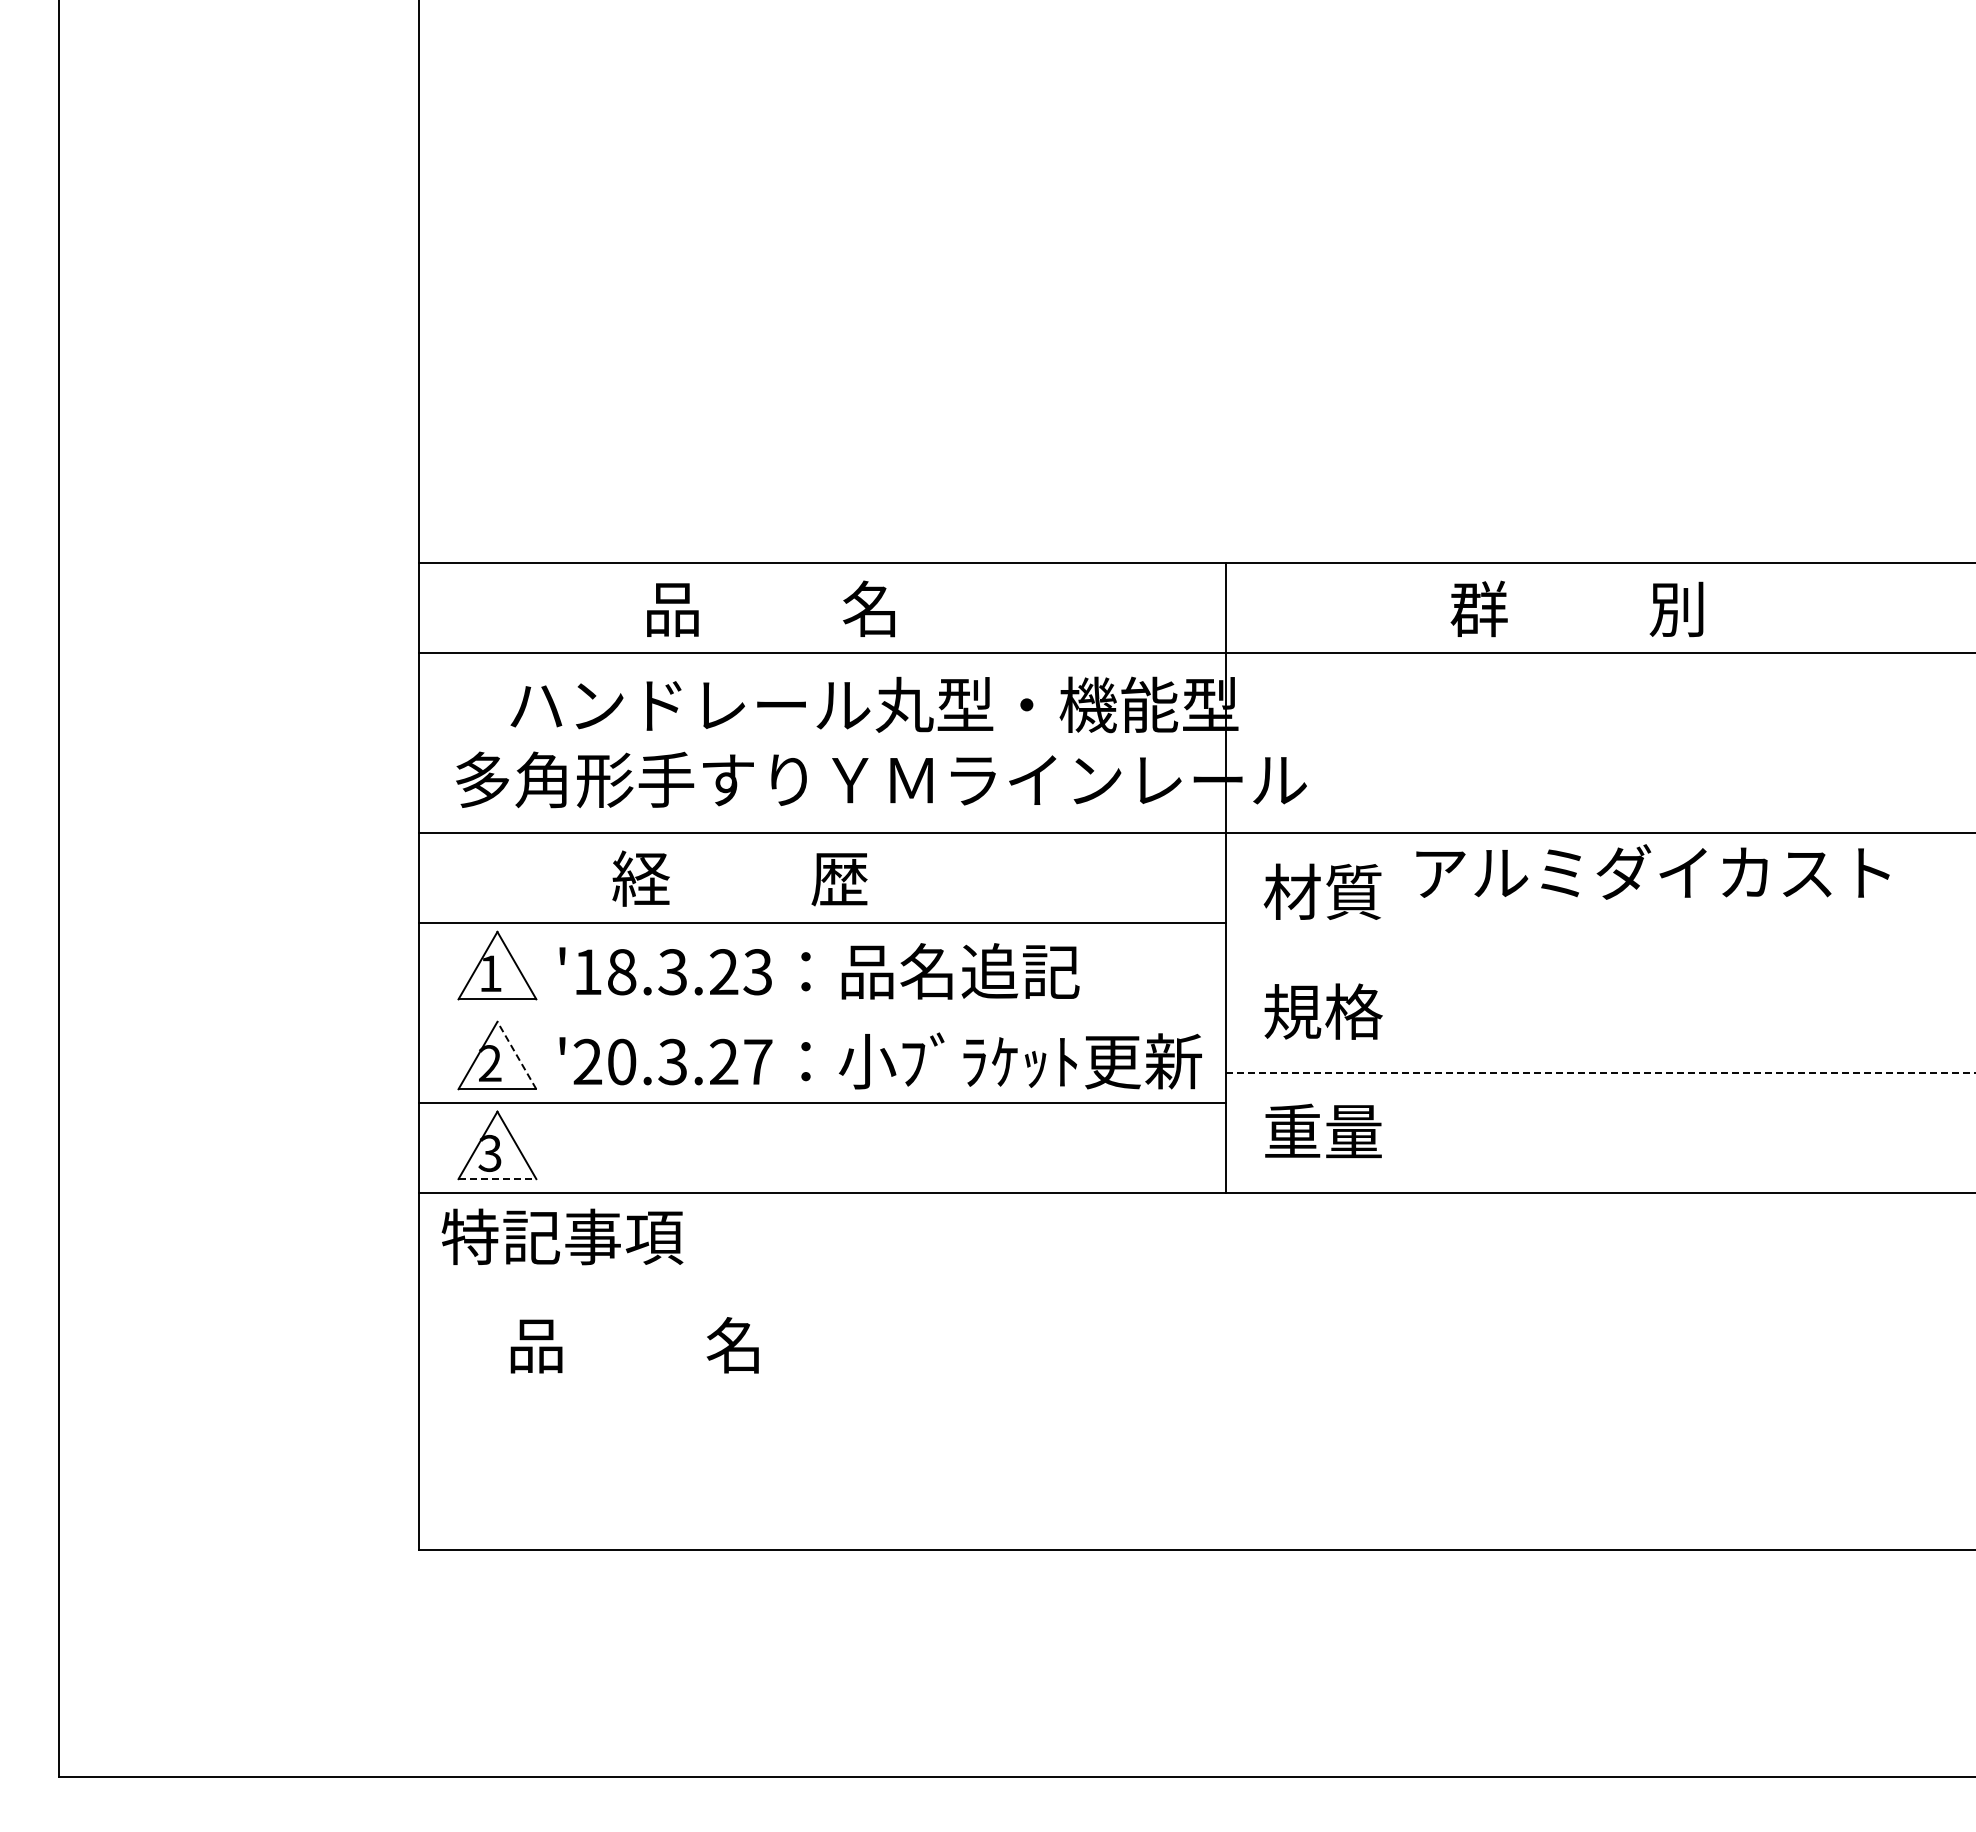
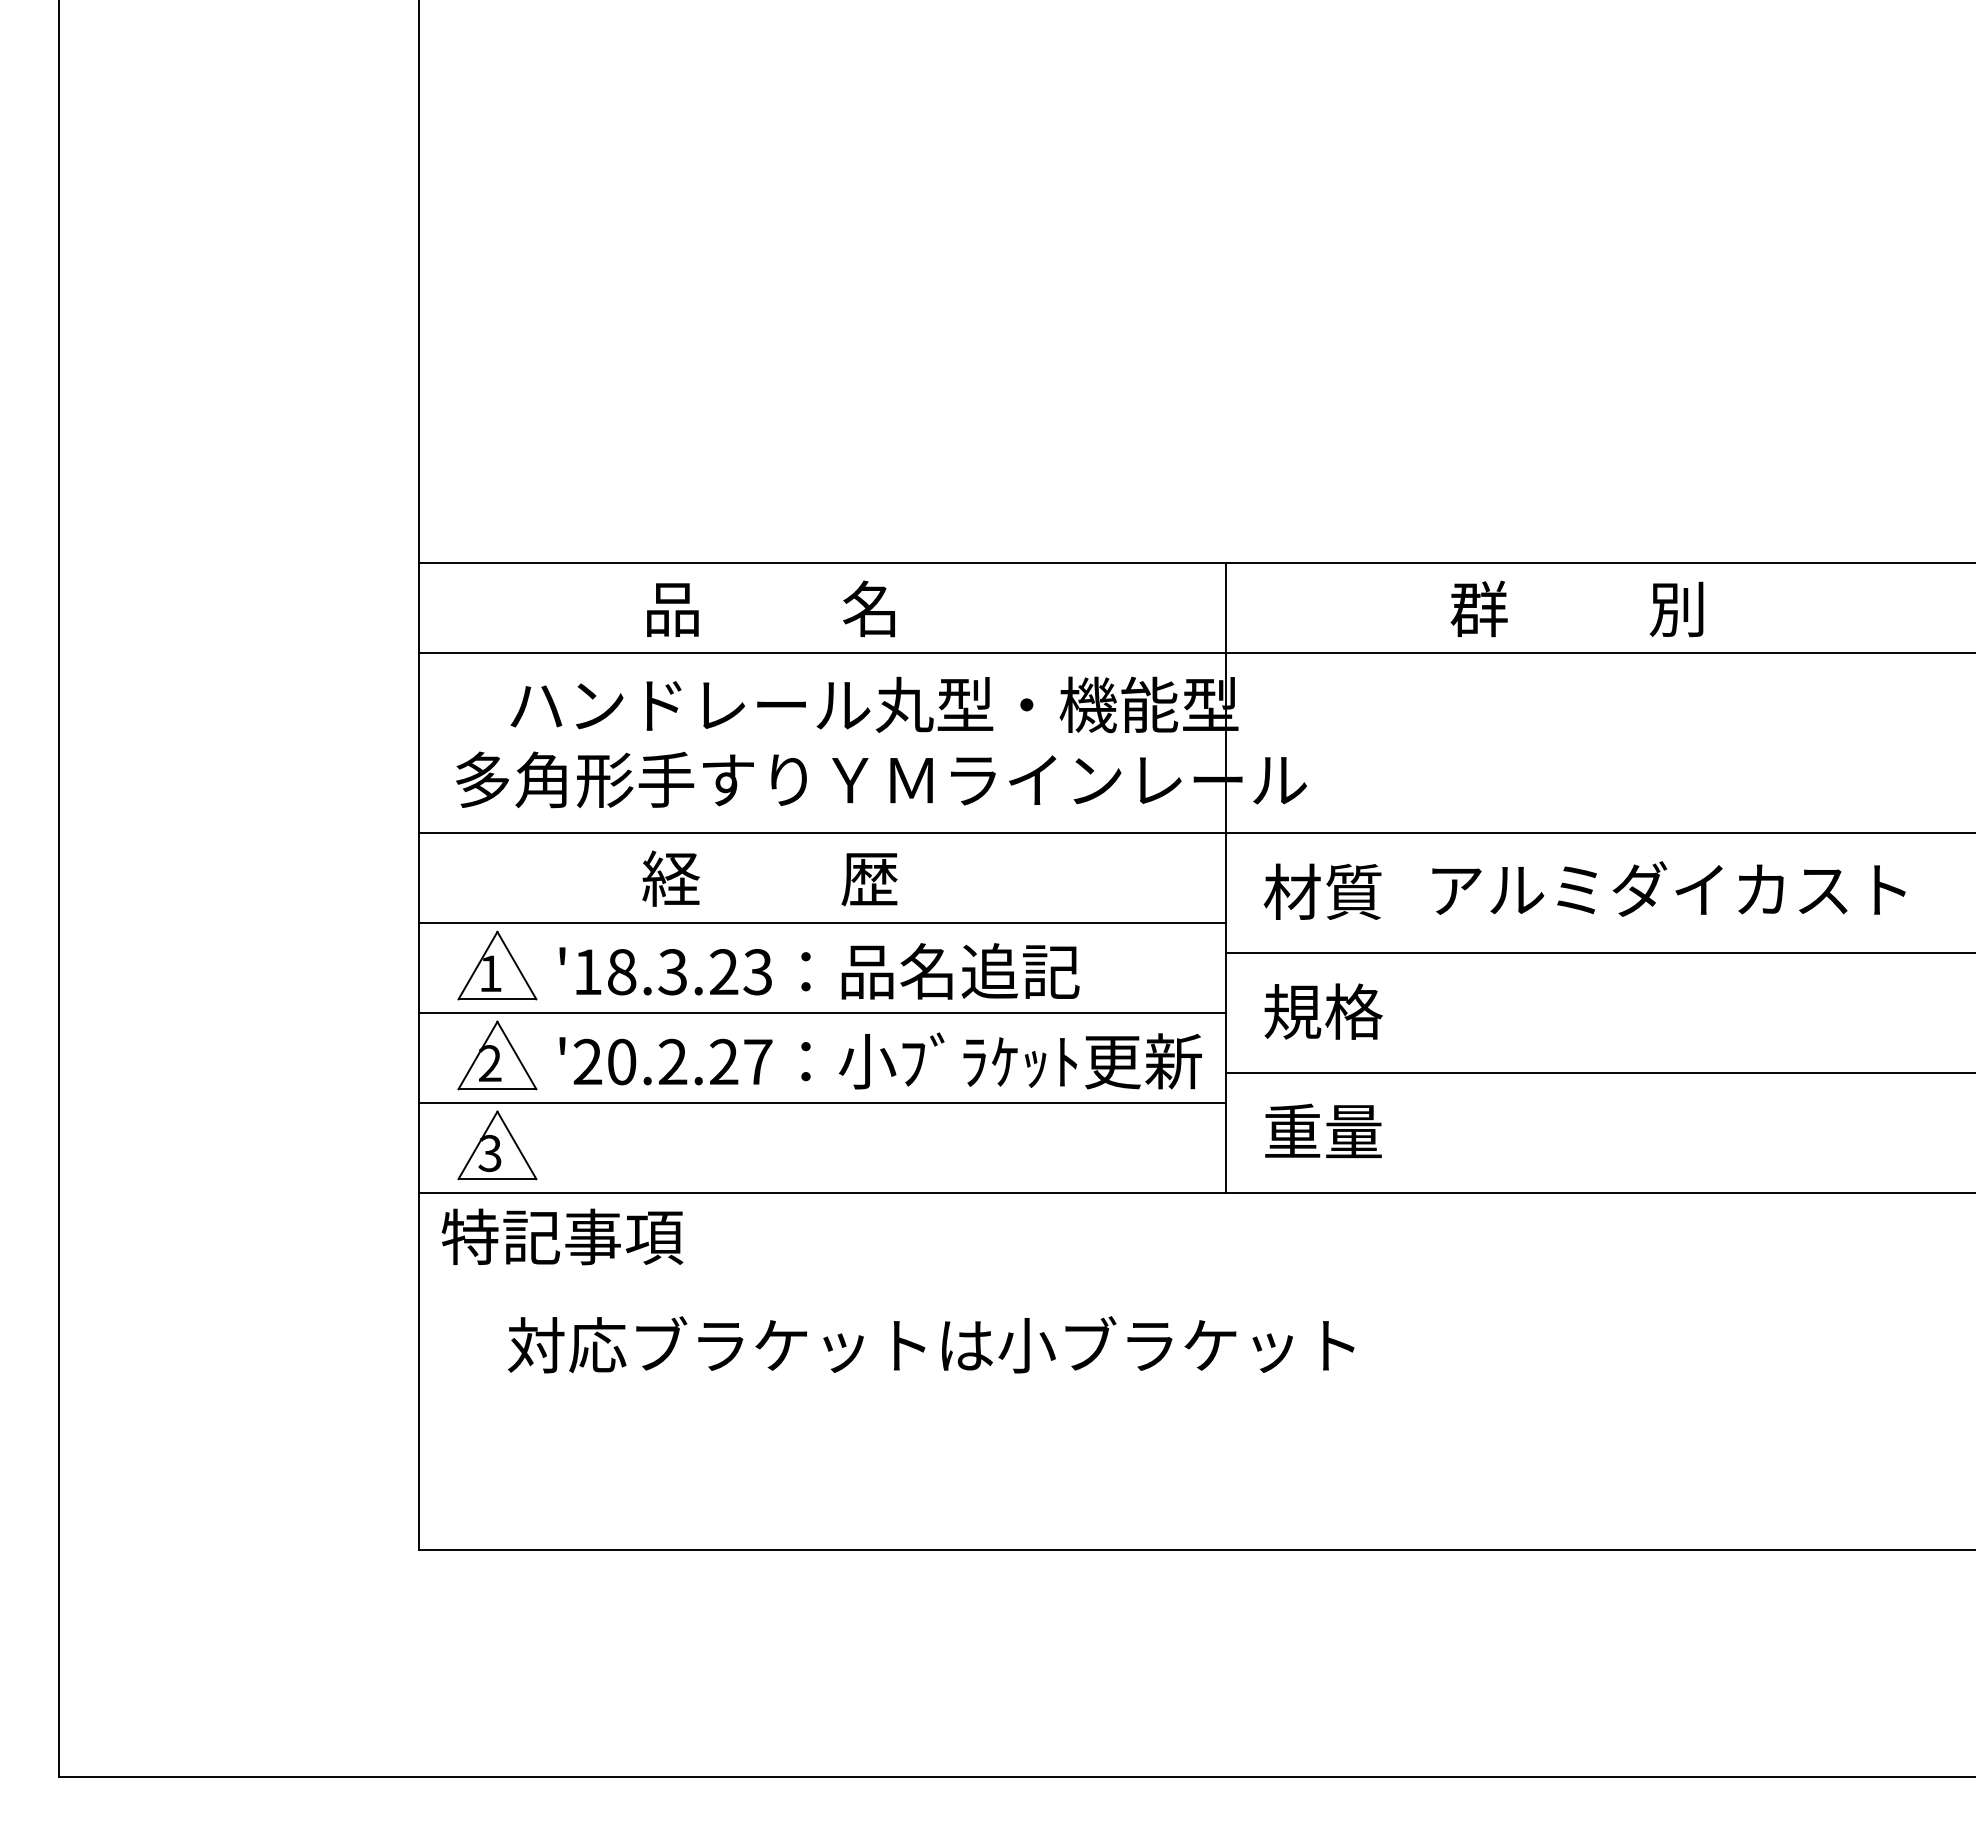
text at (1652, 871) position: (1652, 871) -> (1668, 888)
text at (739, 878) position: (739, 878) -> (769, 878)
line at (1598, 952): none -> present
line at (821, 1012): none -> present
line at (516, 1055): dashed -> solid
text at (672, 1062): '20.3.27 -> '20.2.27
line at (1600, 1072): dashed -> solid
line at (497, 1179): dashed -> solid
text at (931, 1344): 品          名 -> 対応ブラケットは小ブラケット
